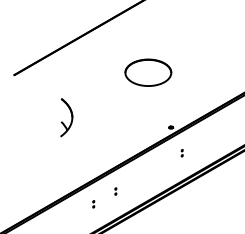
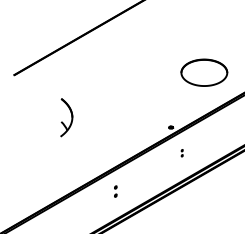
part at (148, 72) position: (148, 72) -> (204, 72)
part at (115, 191) size: 4x9 px -> 4x13 px
part at (93, 204): present -> none
